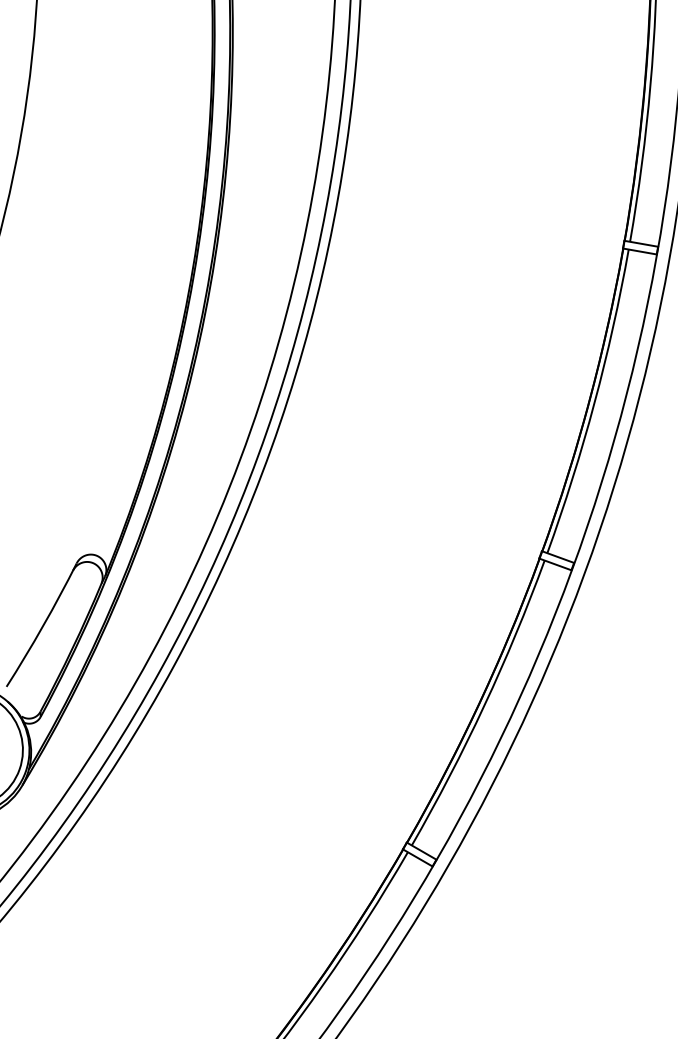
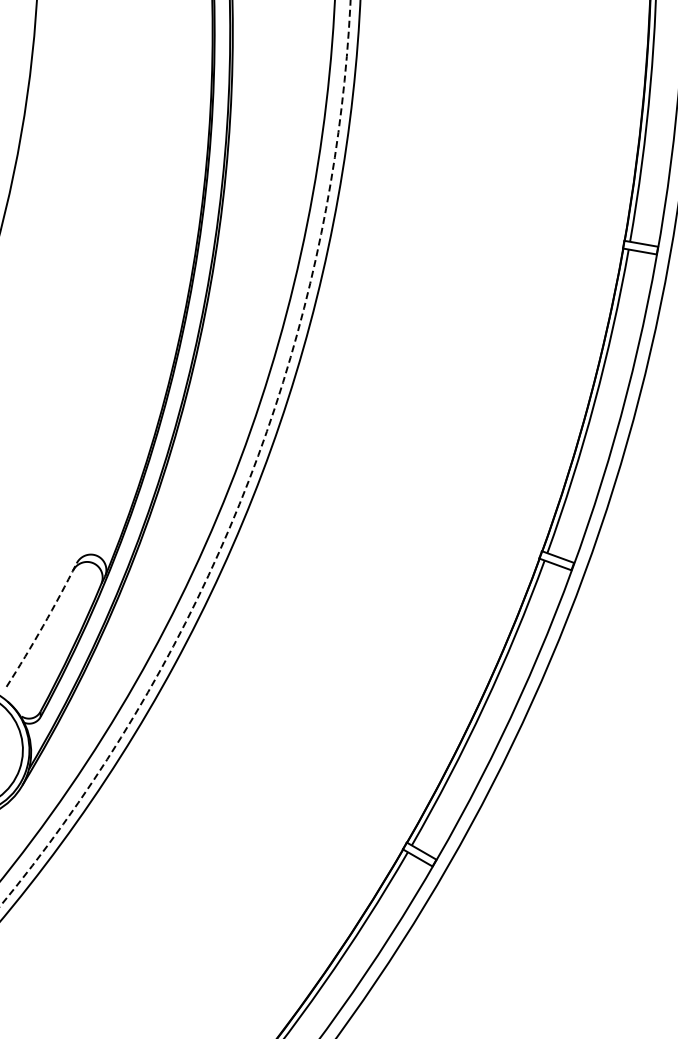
arc at (249, 480): solid -> dashed
arc at (43, 626): solid -> dashed
